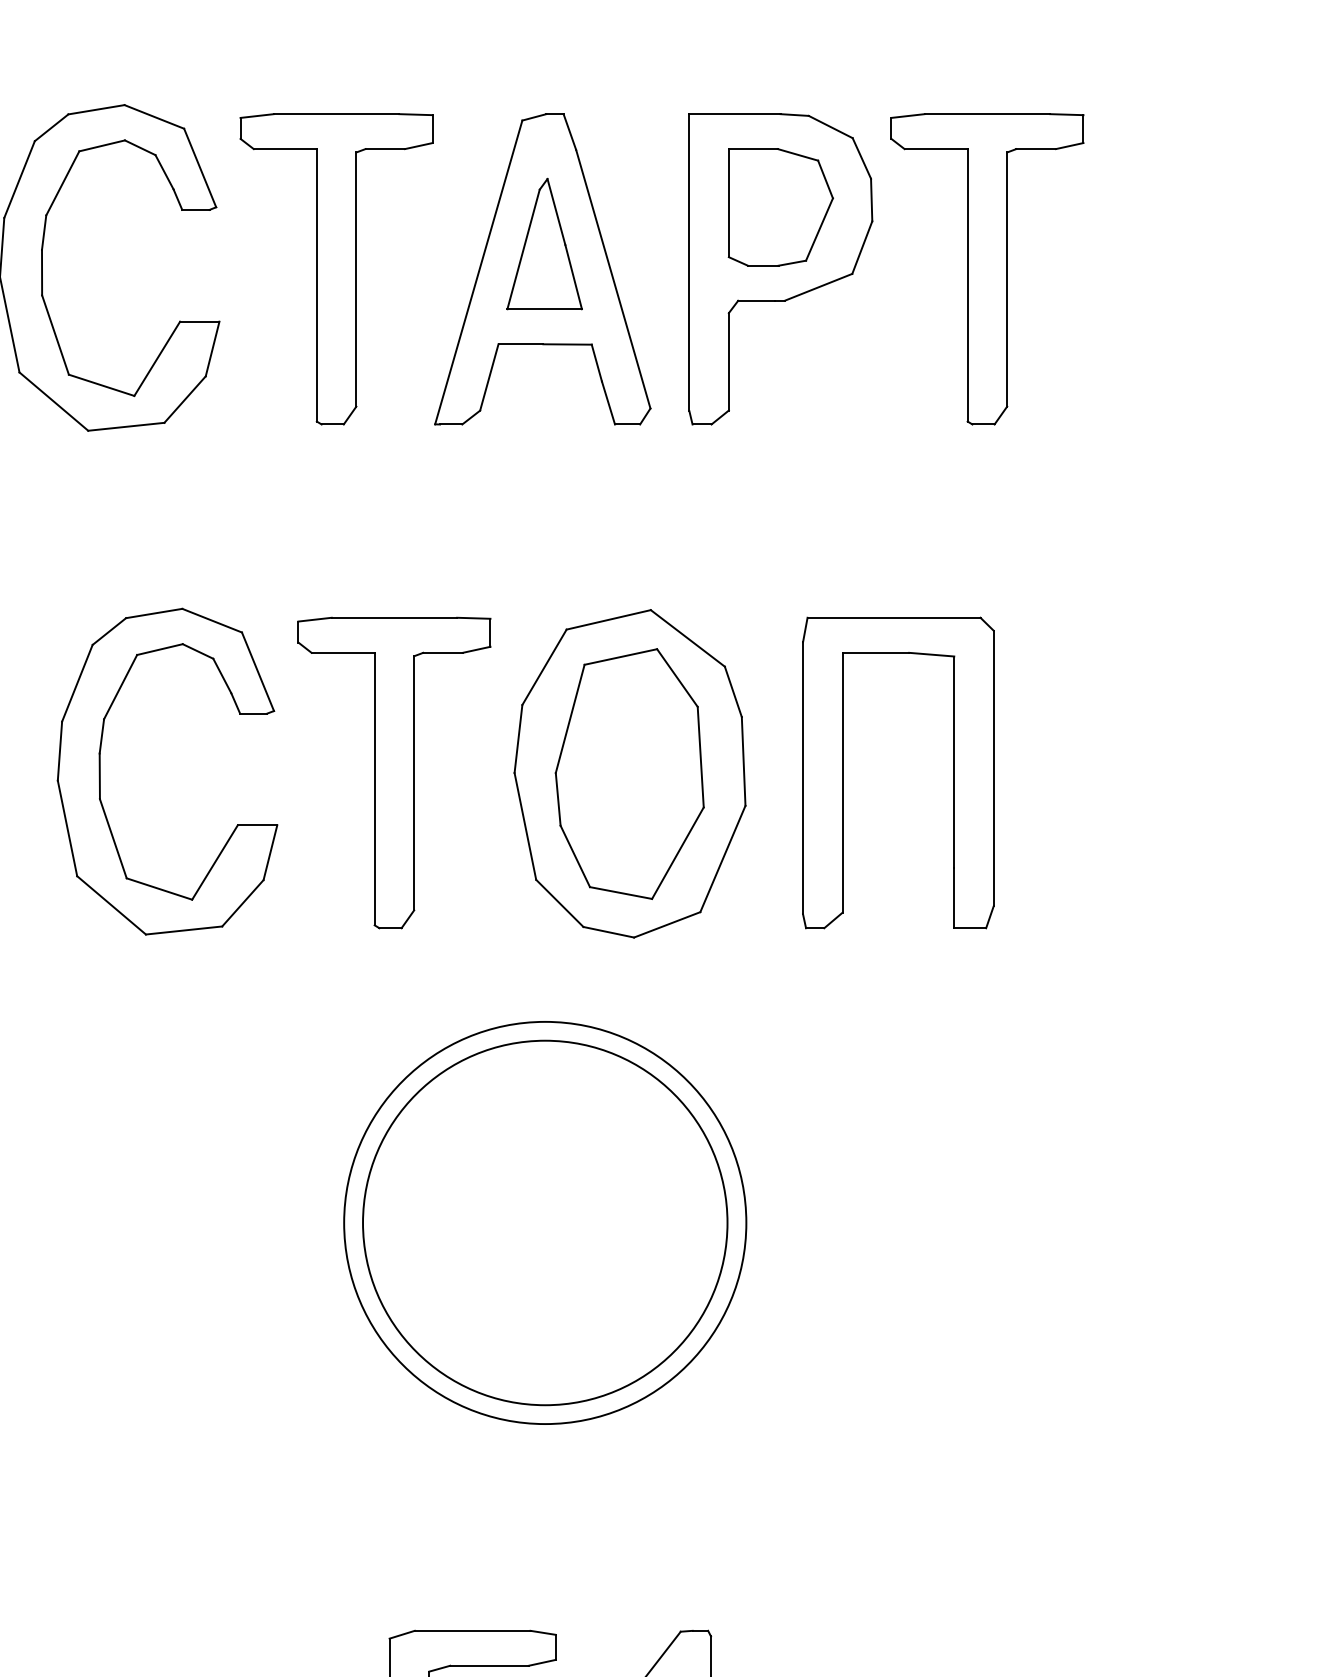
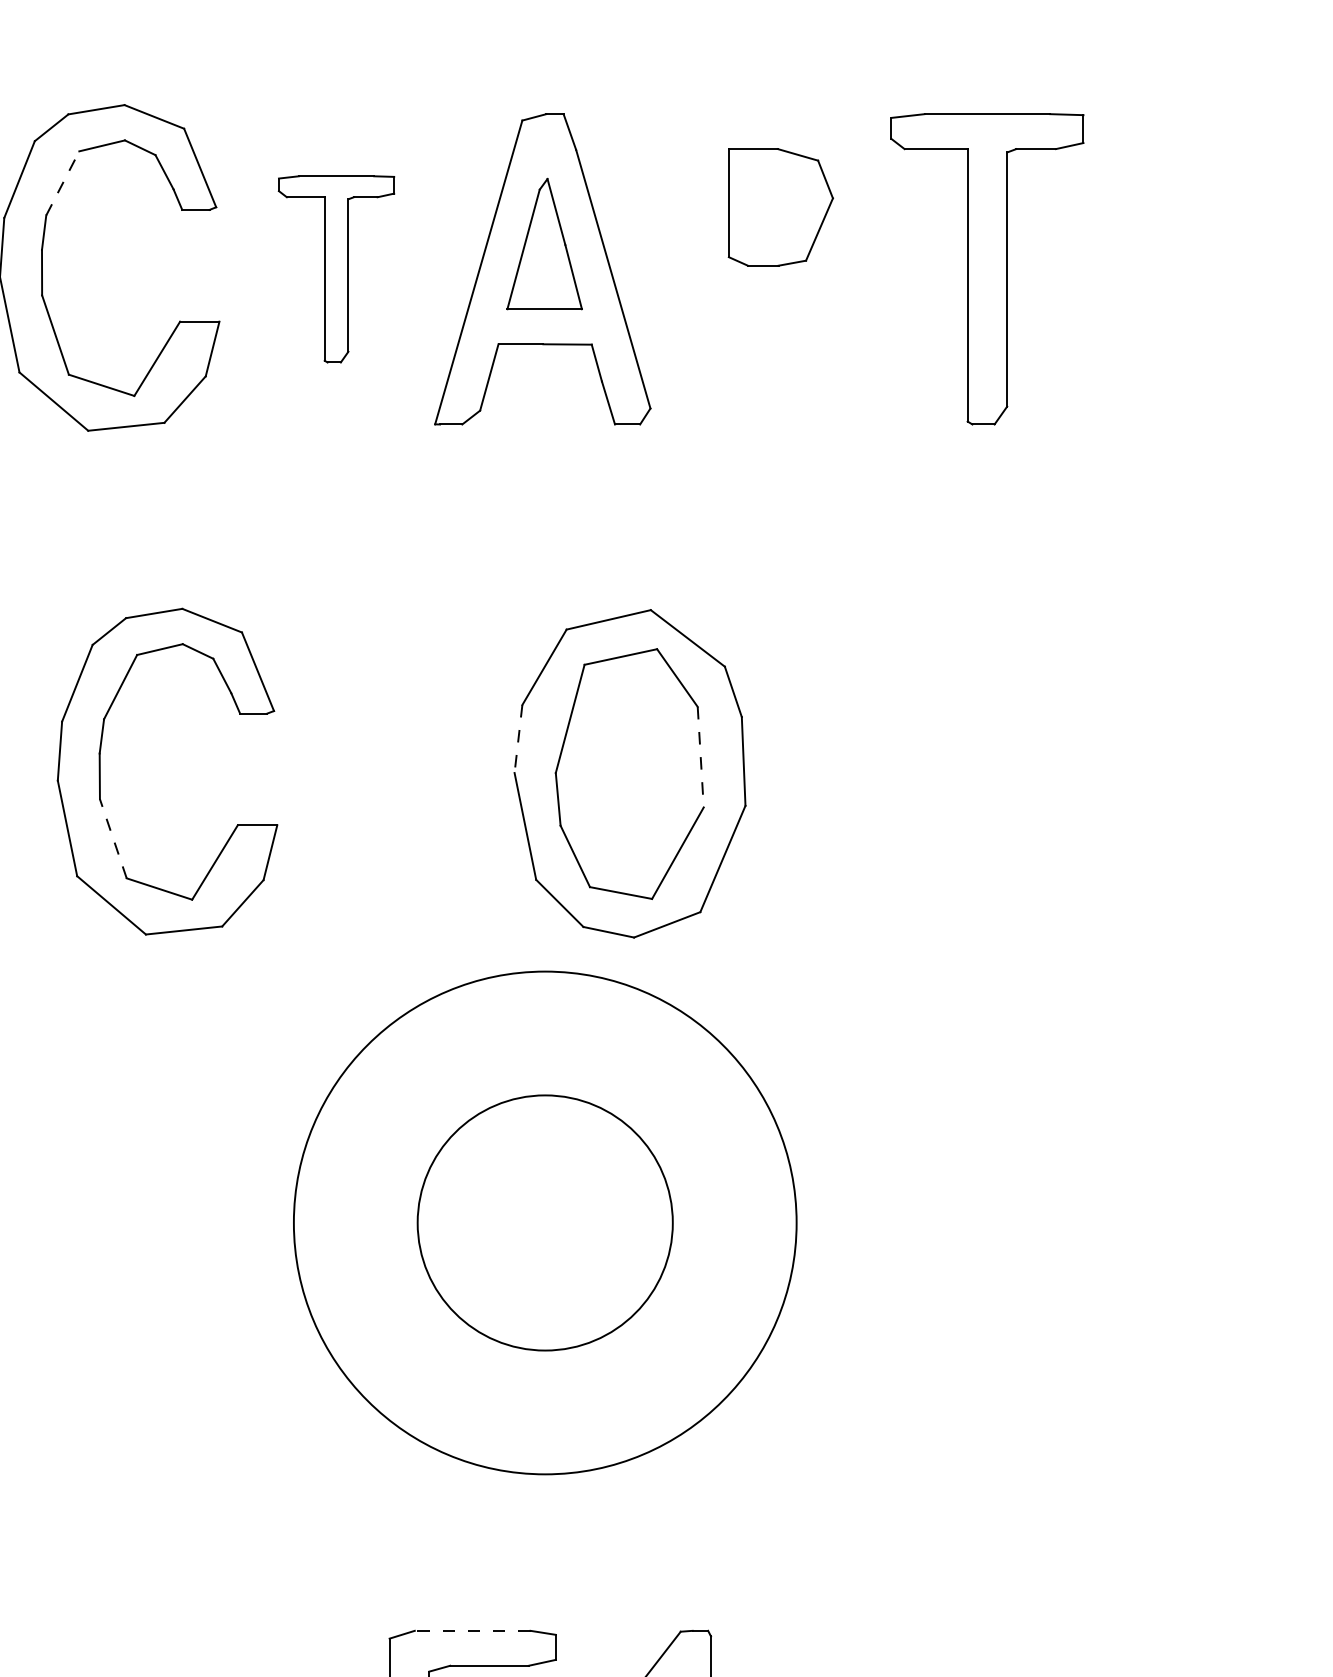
line at (63, 182): solid -> dashed
part at (336, 269) size: 195x313 px -> 119x189 px
part at (780, 269): present -> none
line at (518, 739): solid -> dashed
line at (700, 757): solid -> dashed
part at (394, 772): present -> none
part at (843, 772): present -> none
line at (113, 838): solid -> dashed
circle at (545, 1222) diameter: 364 px -> 255 px
circle at (545, 1222) diameter: 402 px -> 503 px
line at (472, 1630): solid -> dashed
